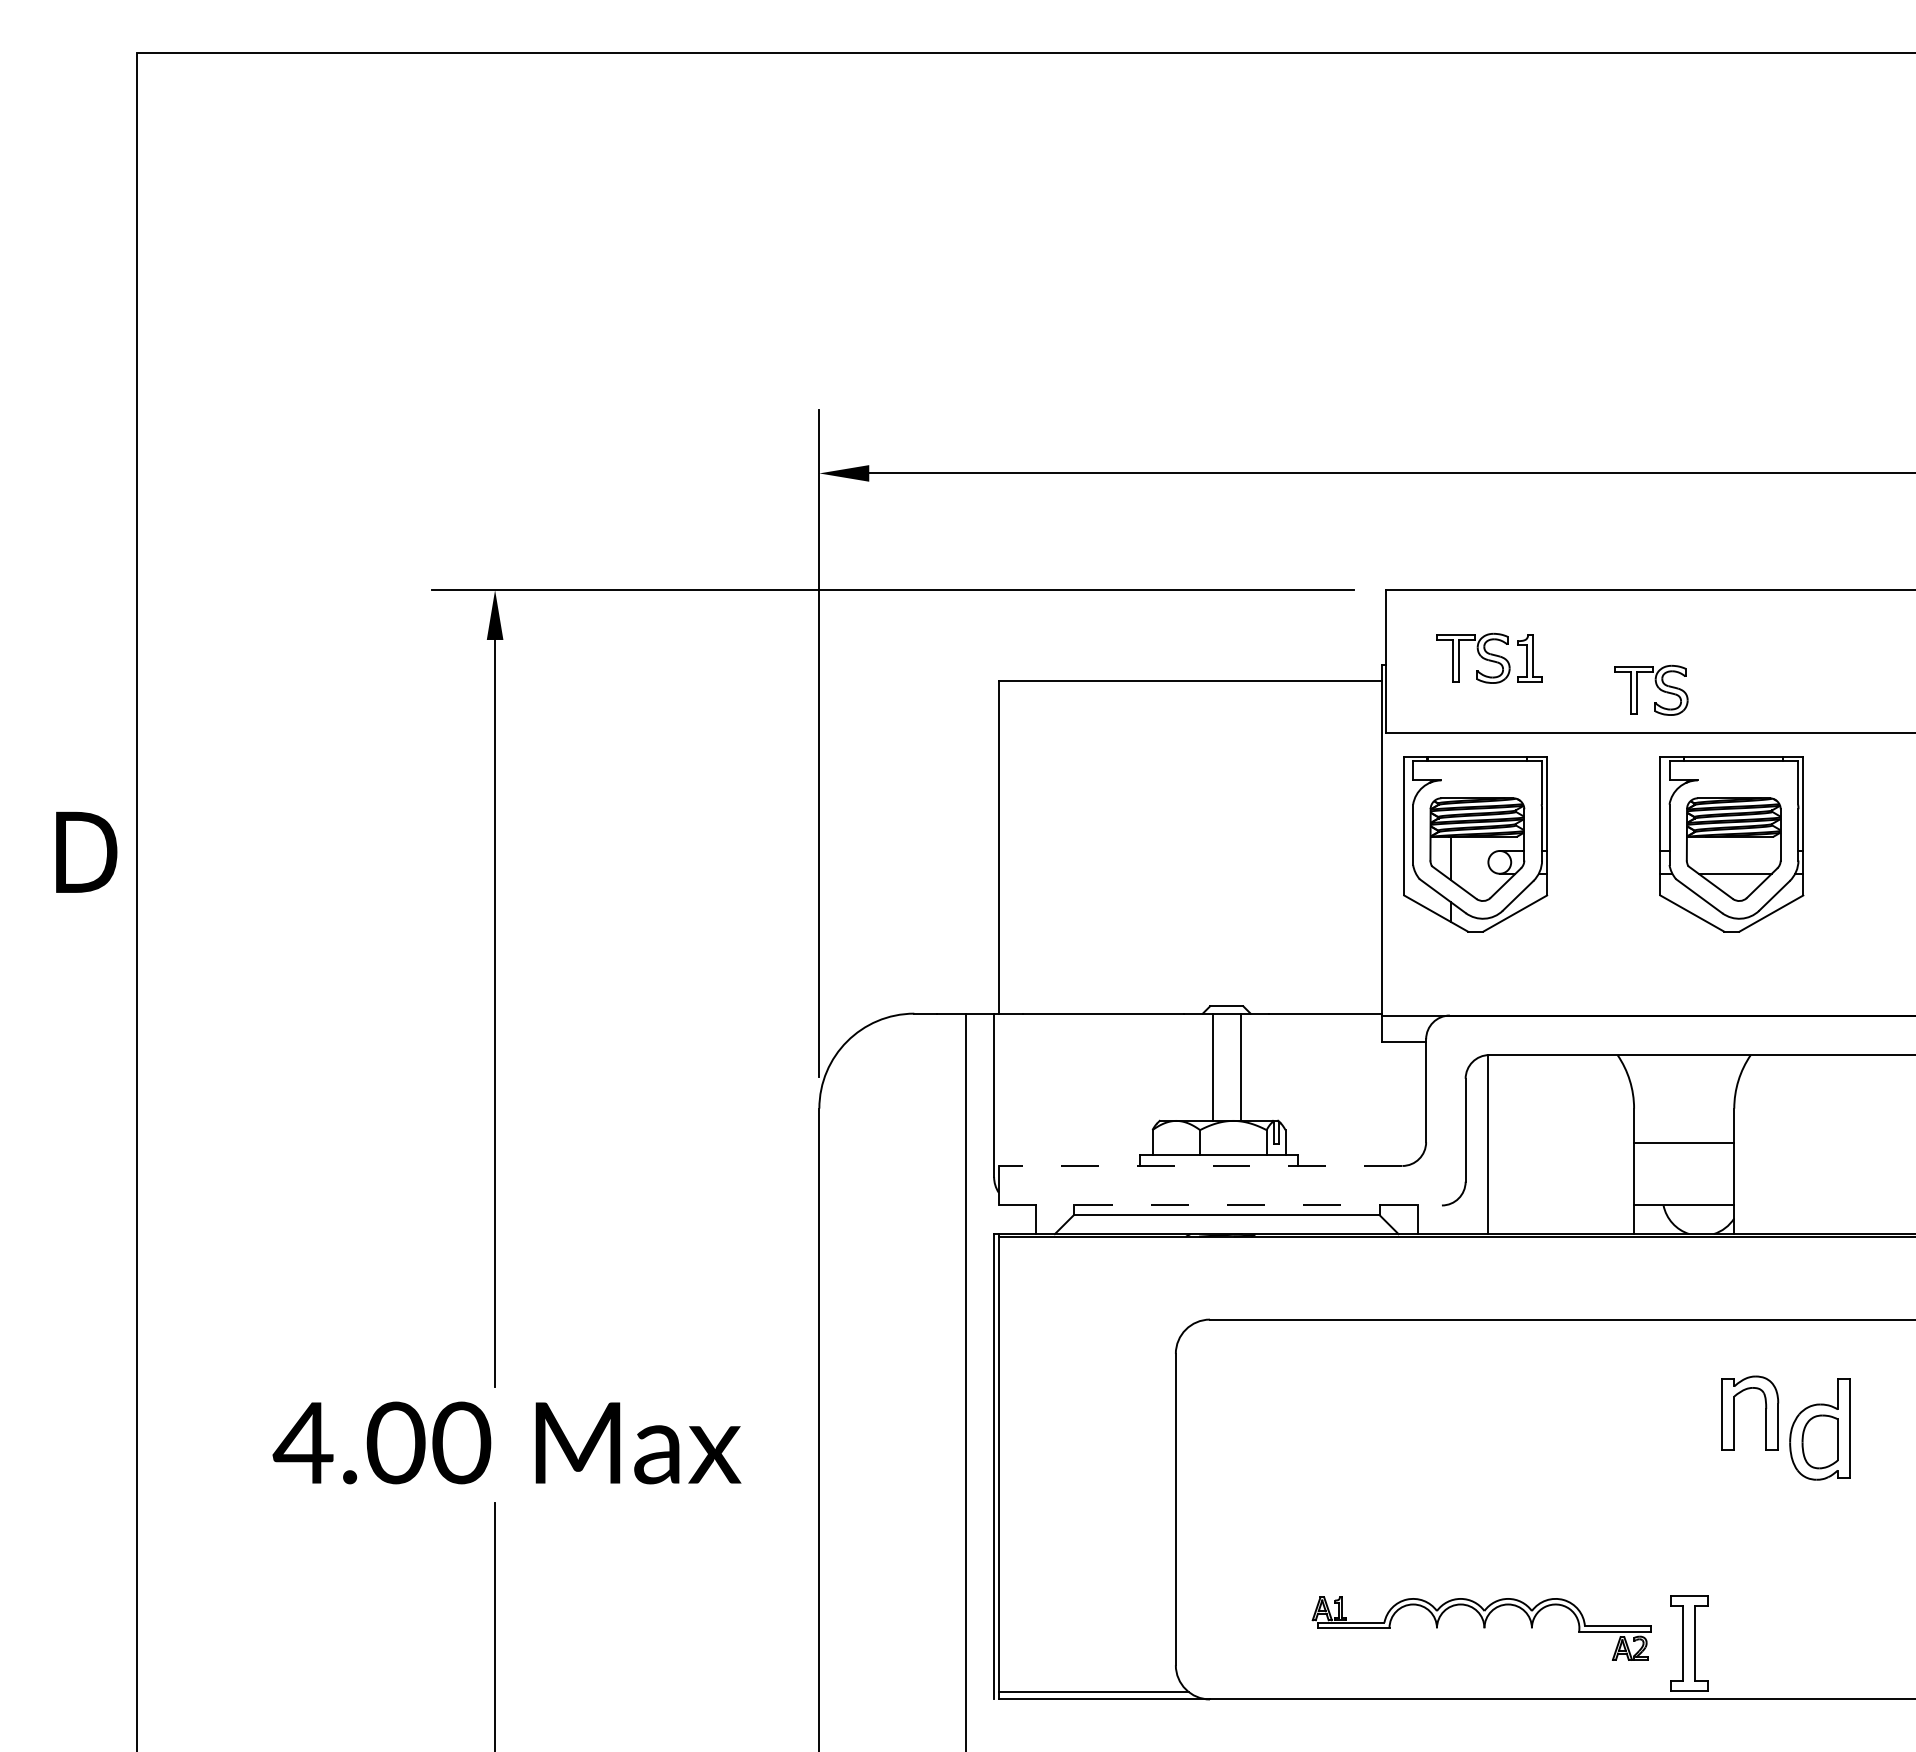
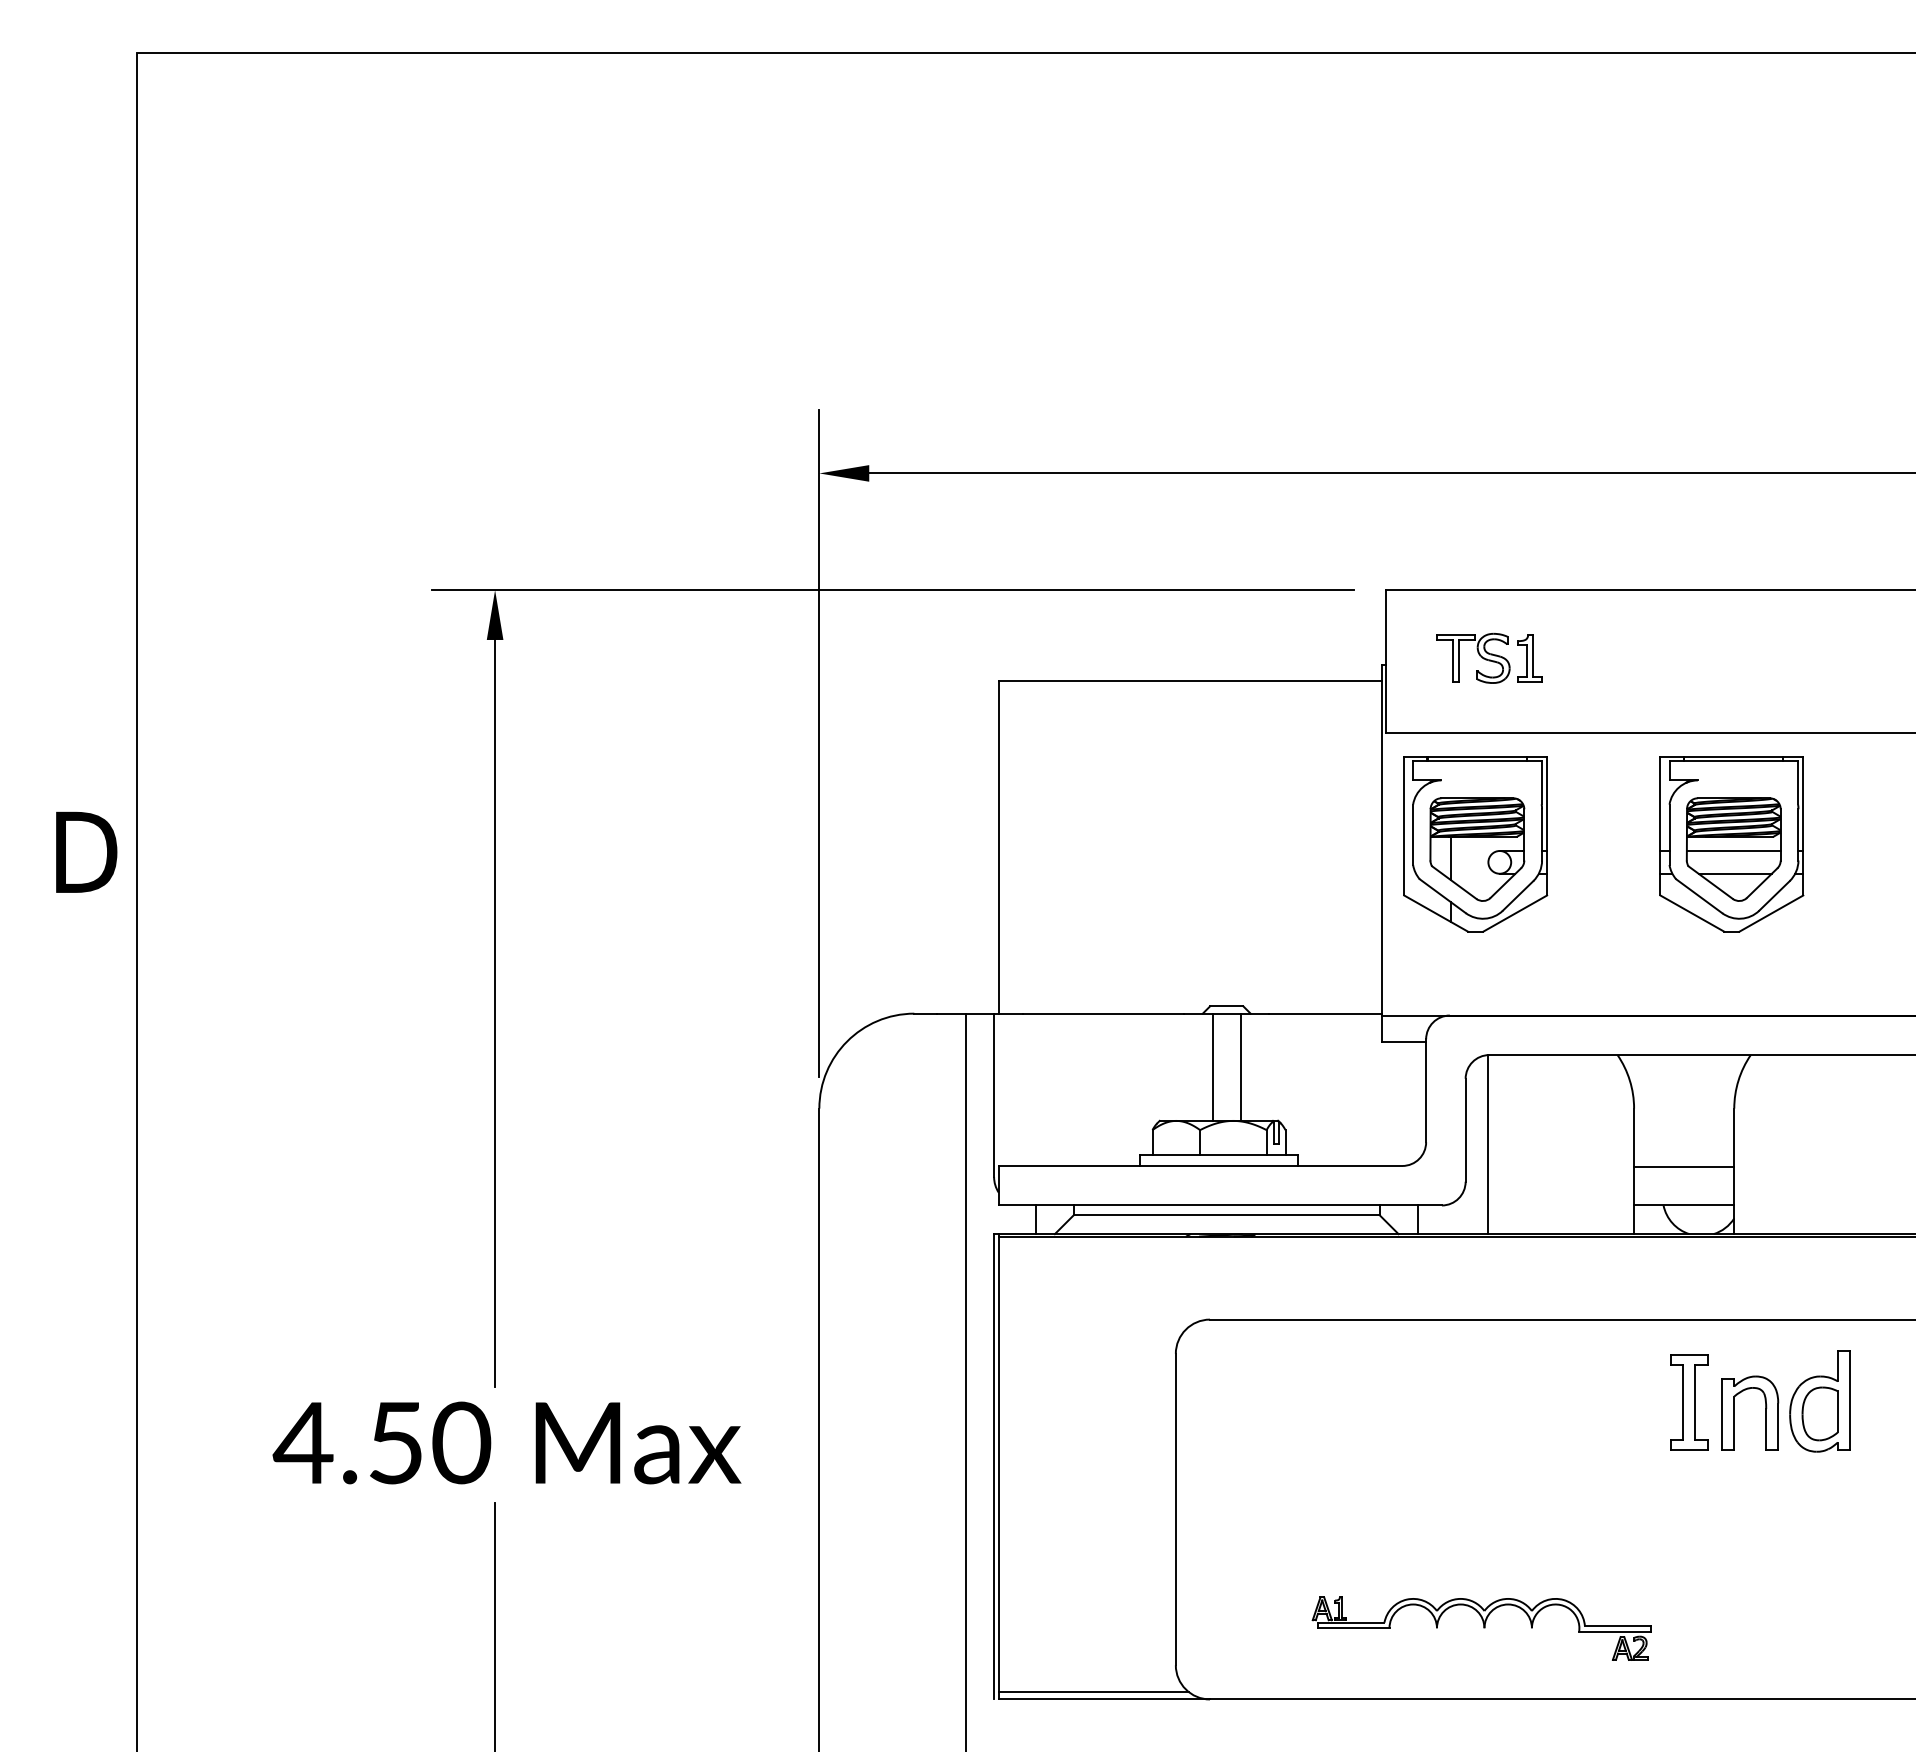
part at (1651, 689): present -> none
line at (1733, 850): none -> present
line at (1684, 1143) position: (1684, 1143) -> (1684, 1167)
line at (1200, 1165): dashed -> solid
line at (1220, 1205): dashed -> solid
part at (1819, 1429) position: (1819, 1429) -> (1819, 1401)
text at (395, 1442): 4.00 -> 4.50
part at (1689, 1643) position: (1689, 1643) -> (1689, 1402)
